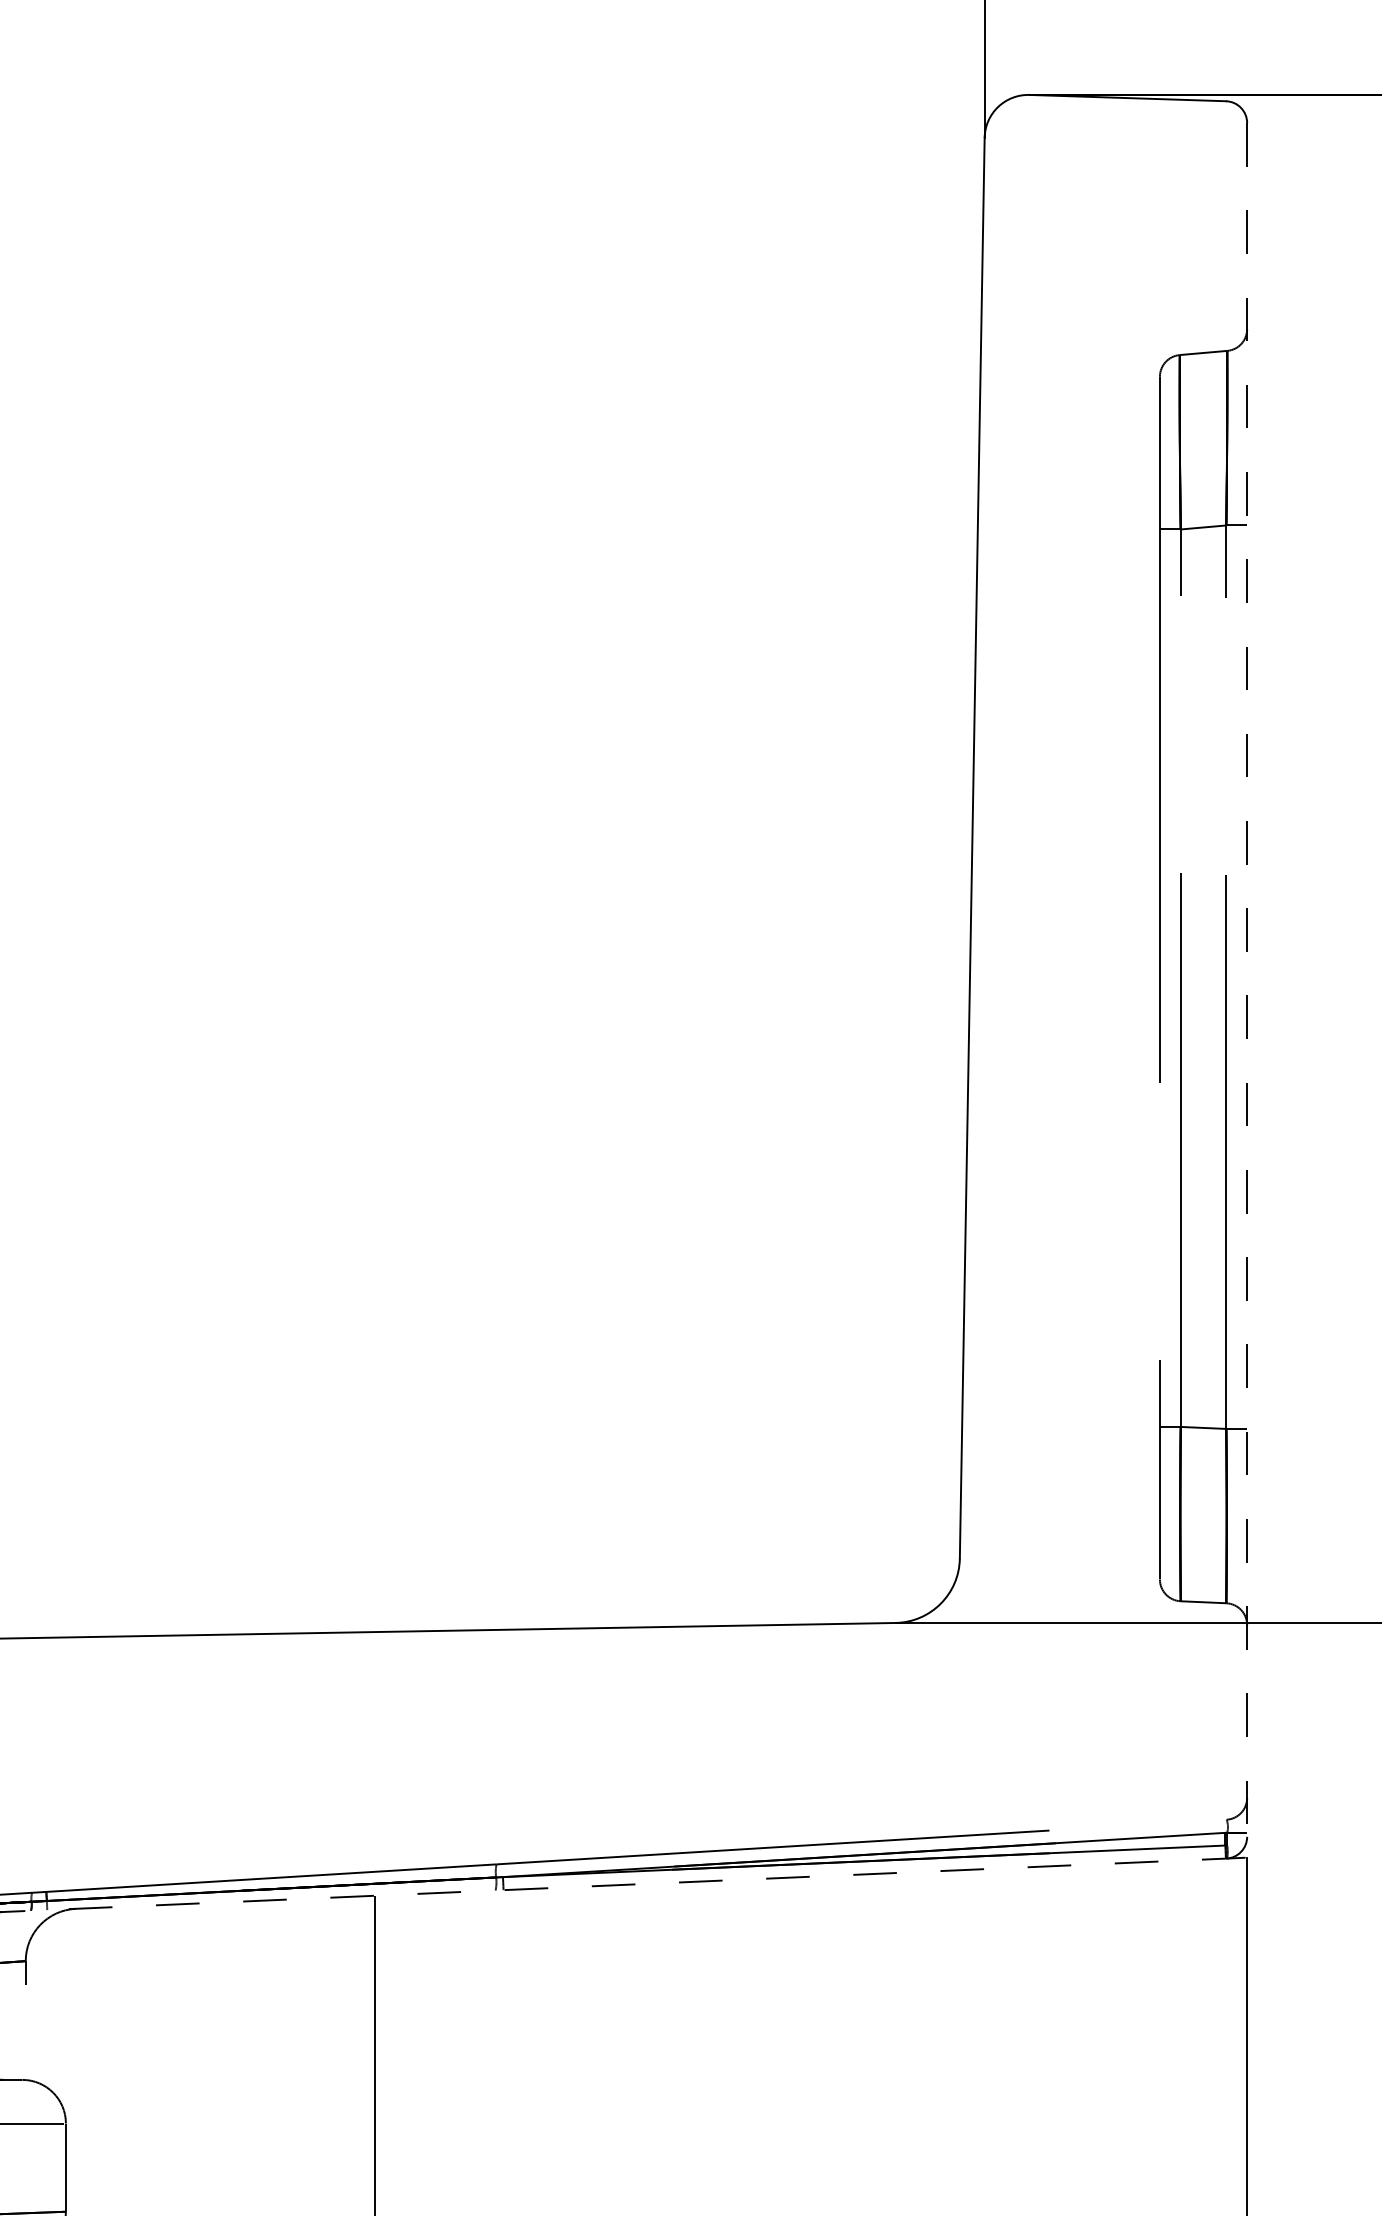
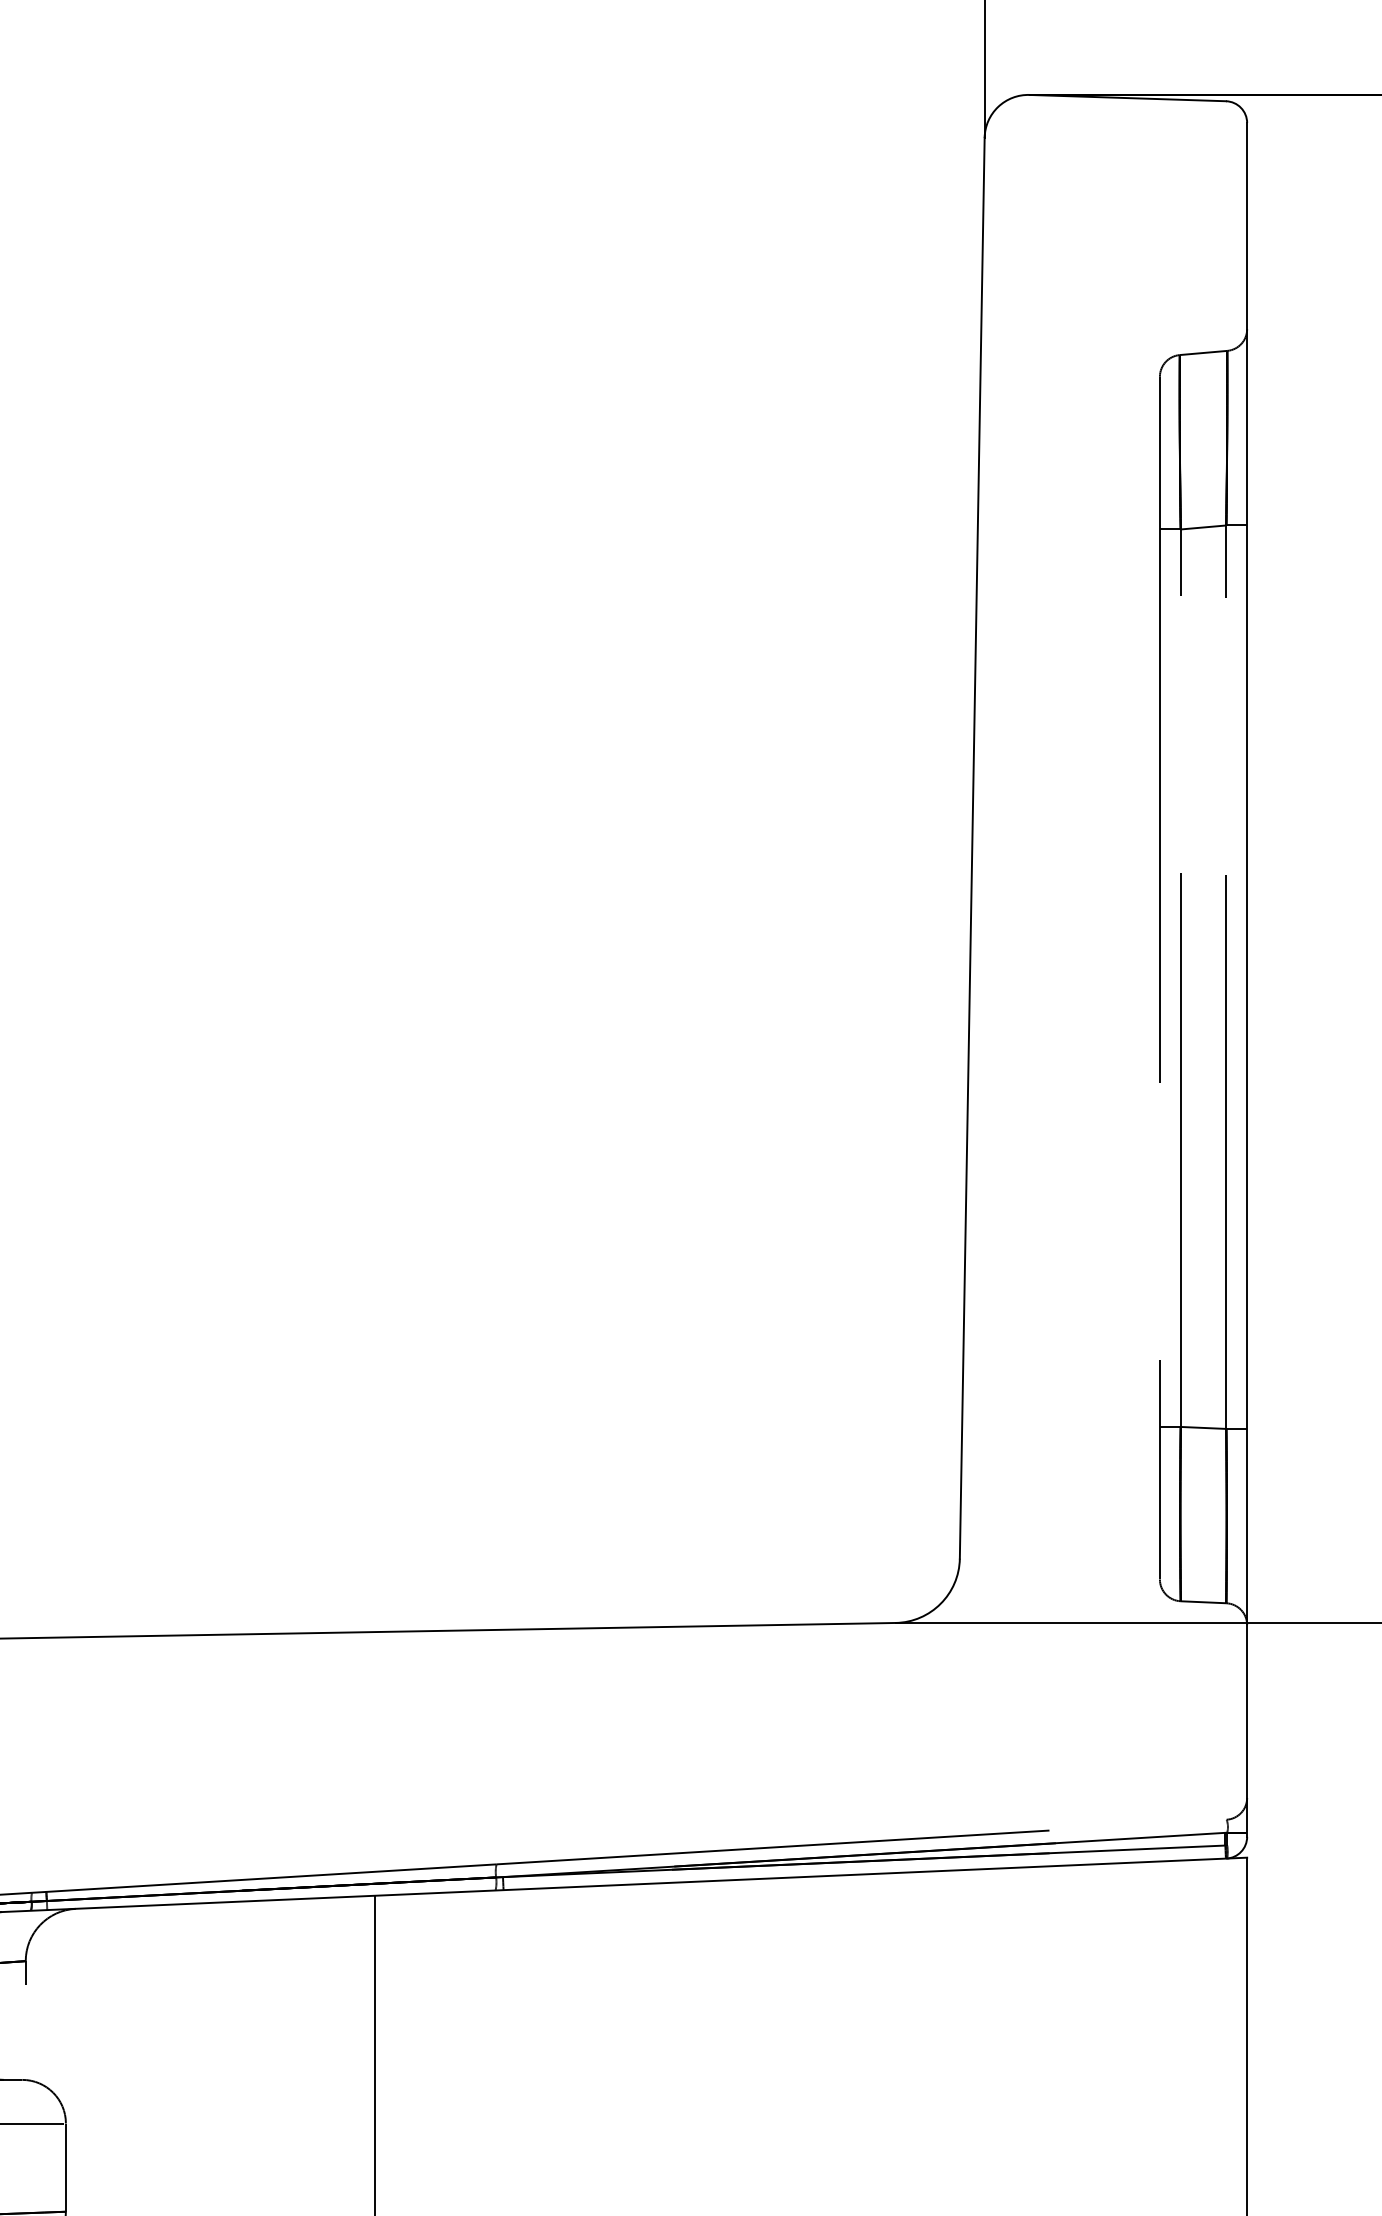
line at (1247, 979): dashed -> solid
line at (623, 1884): dashed -> solid
